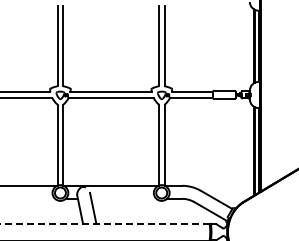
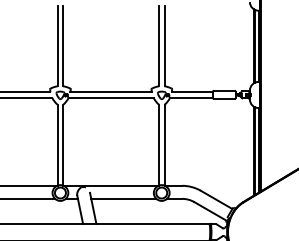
line at (28, 198): none -> present
line at (123, 198): none -> present
line at (104, 223): dashed -> solid
